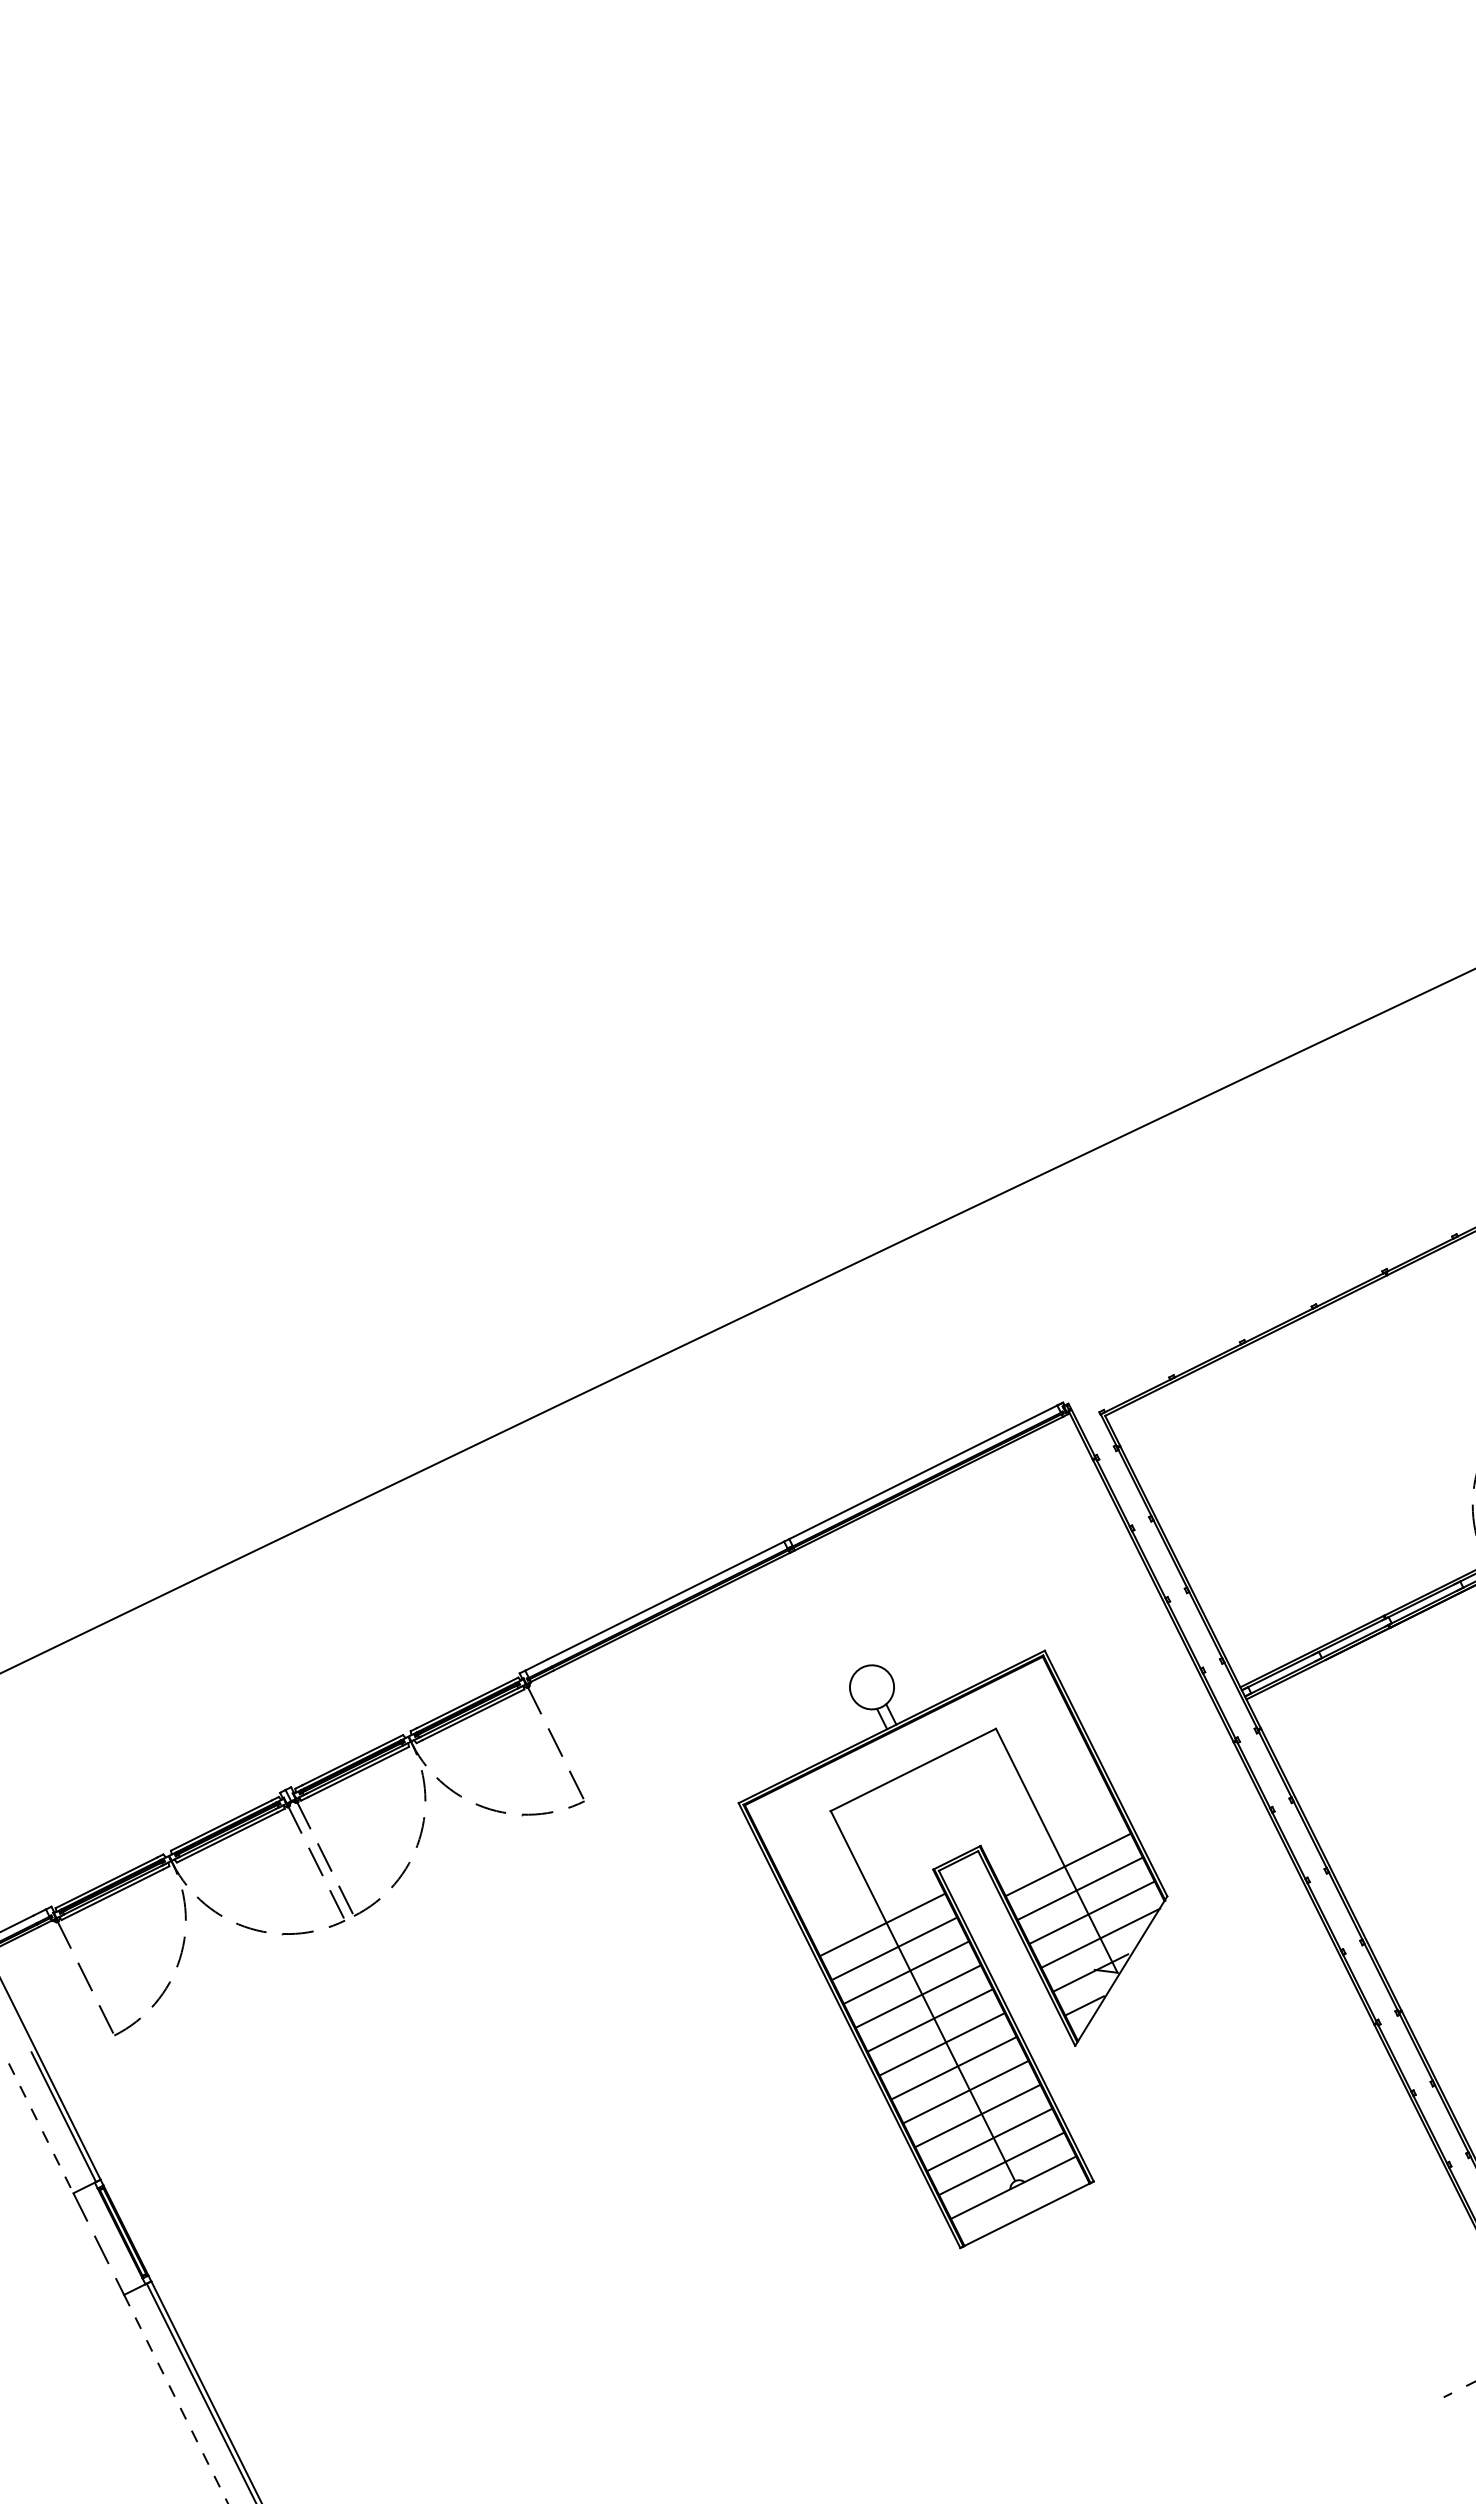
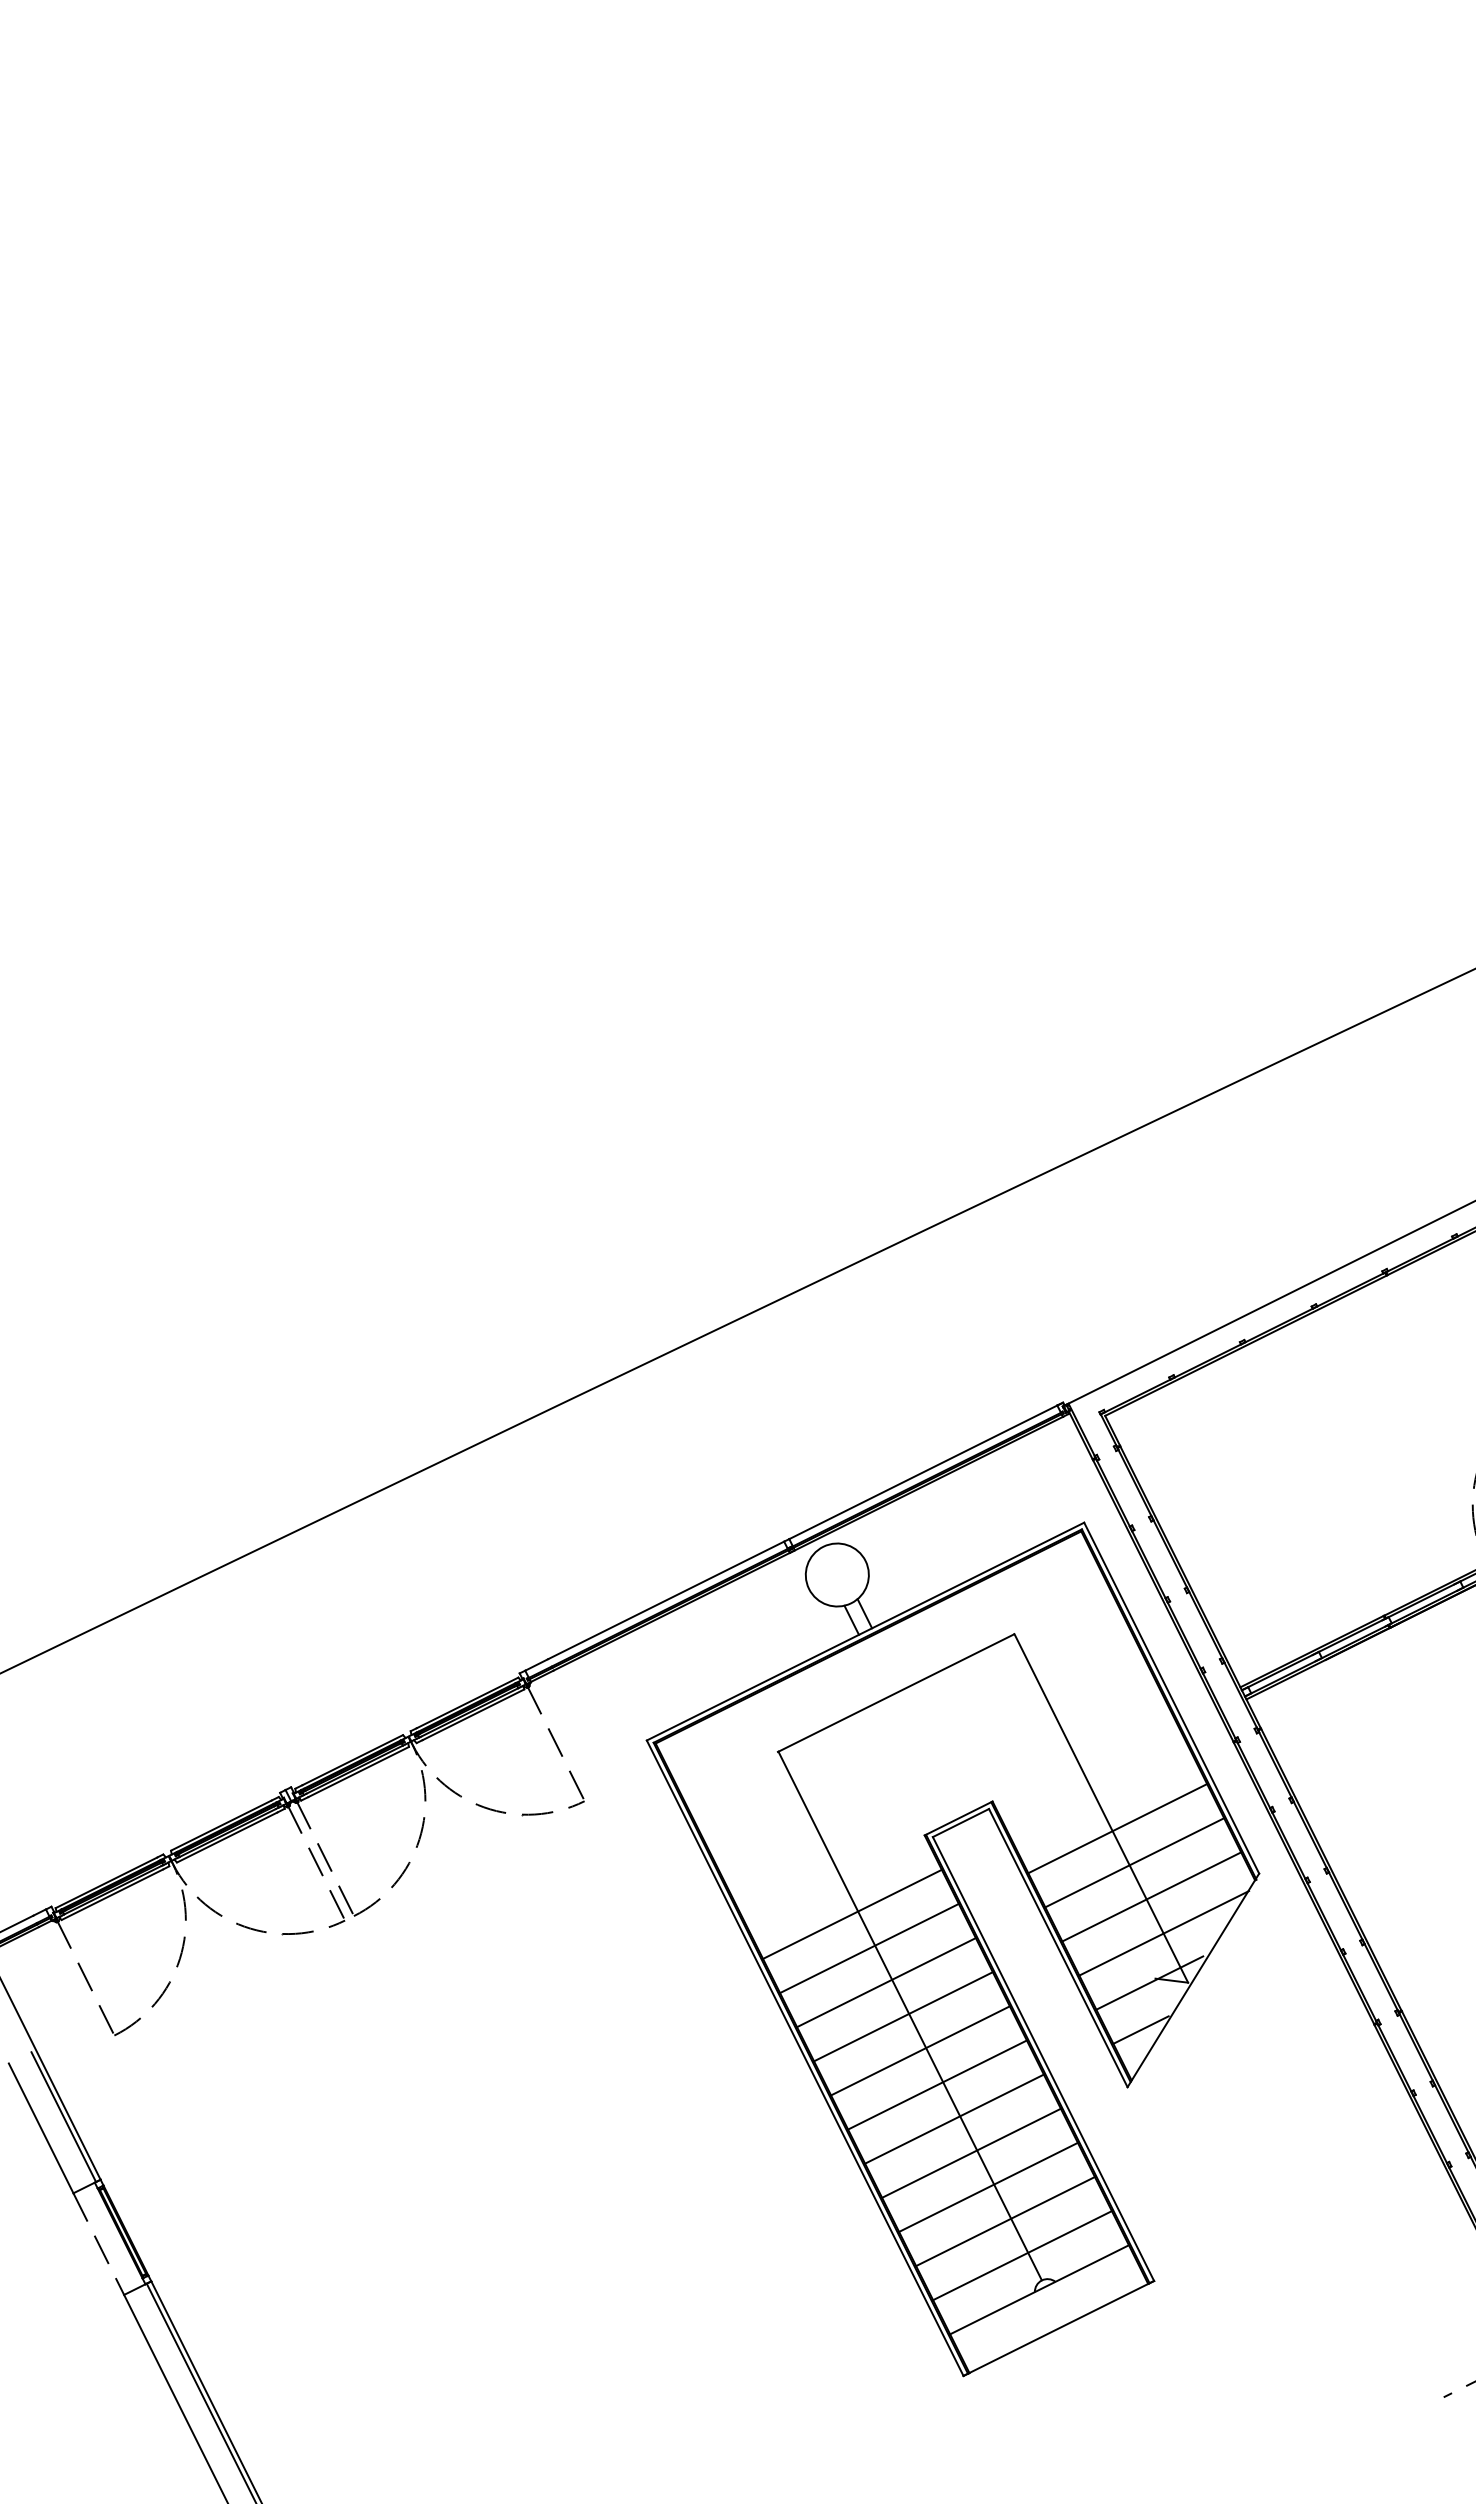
line at (1268, 1303): none -> present
part at (952, 1949) size: 432x601 px -> 616x857 px
line at (41, 2128): dashed -> solid
line at (176, 2399): dashed -> solid
